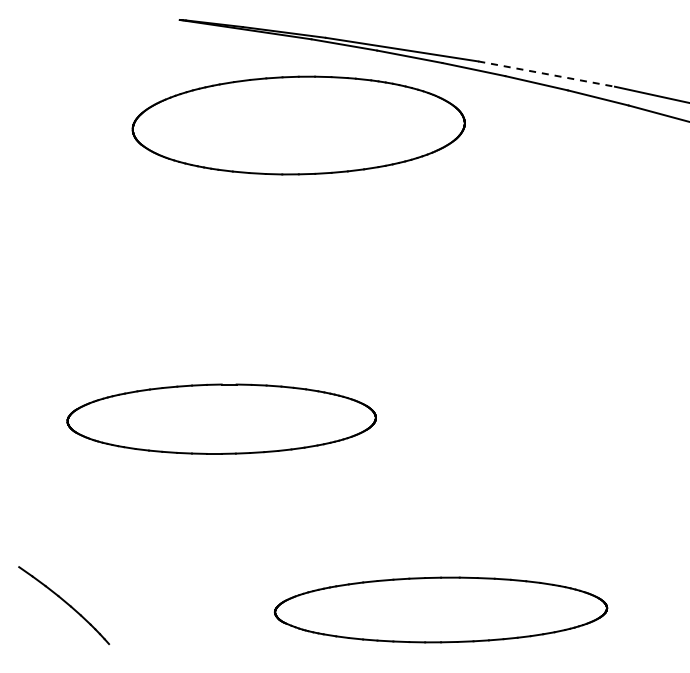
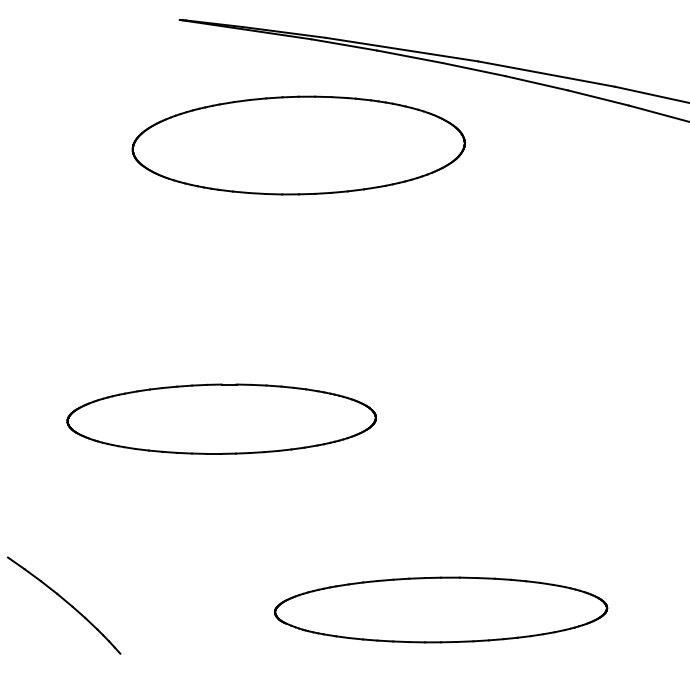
line at (547, 74): dashed -> solid
part at (298, 125) position: (298, 125) -> (298, 145)
part at (64, 605) size: 93x79 px -> 116x99 px
